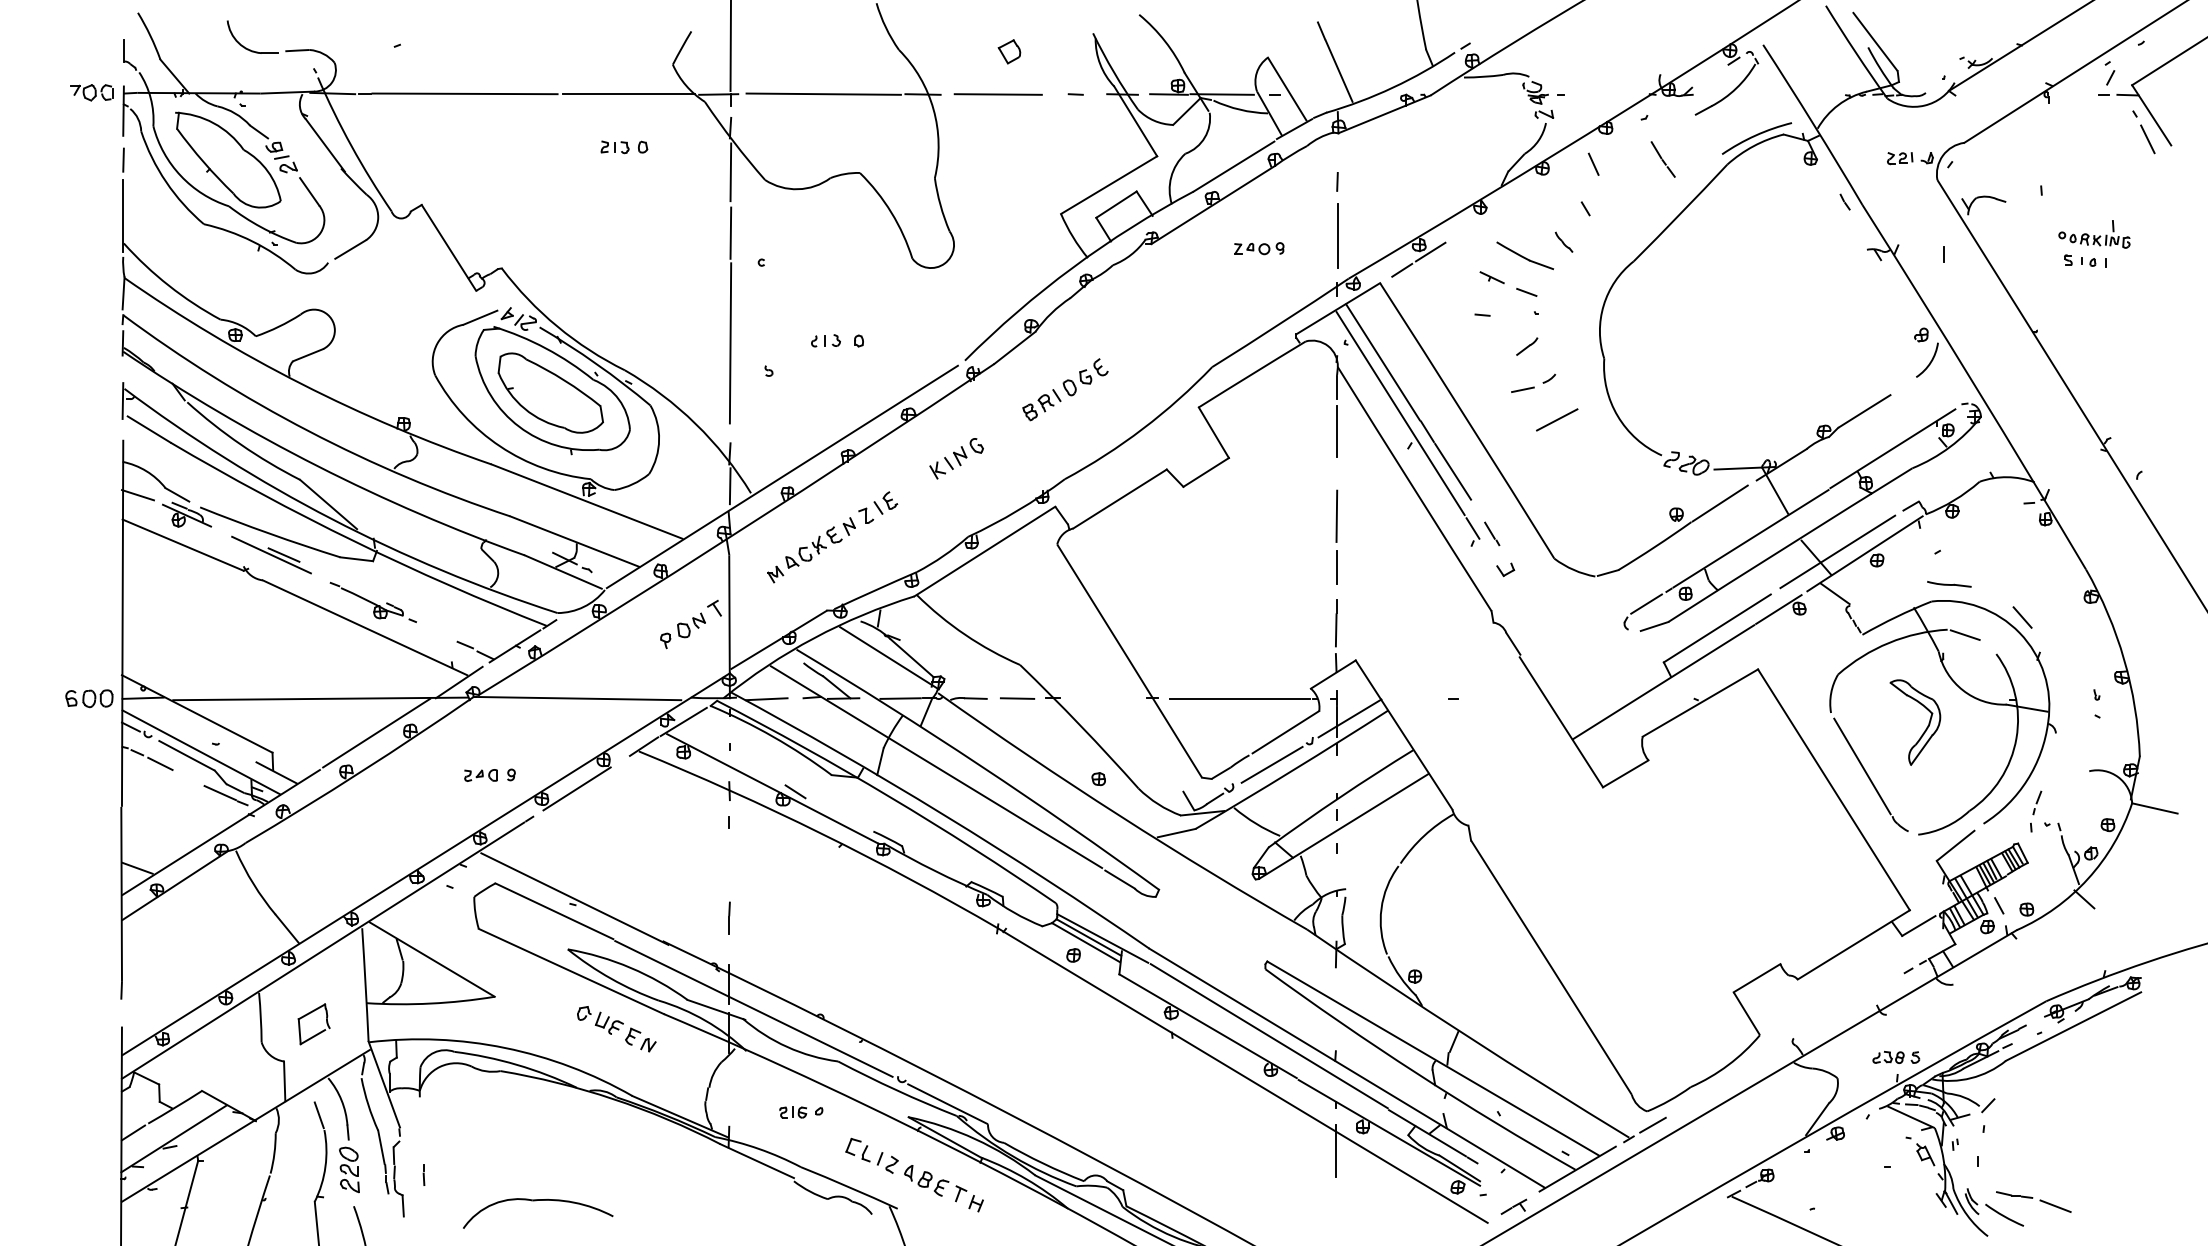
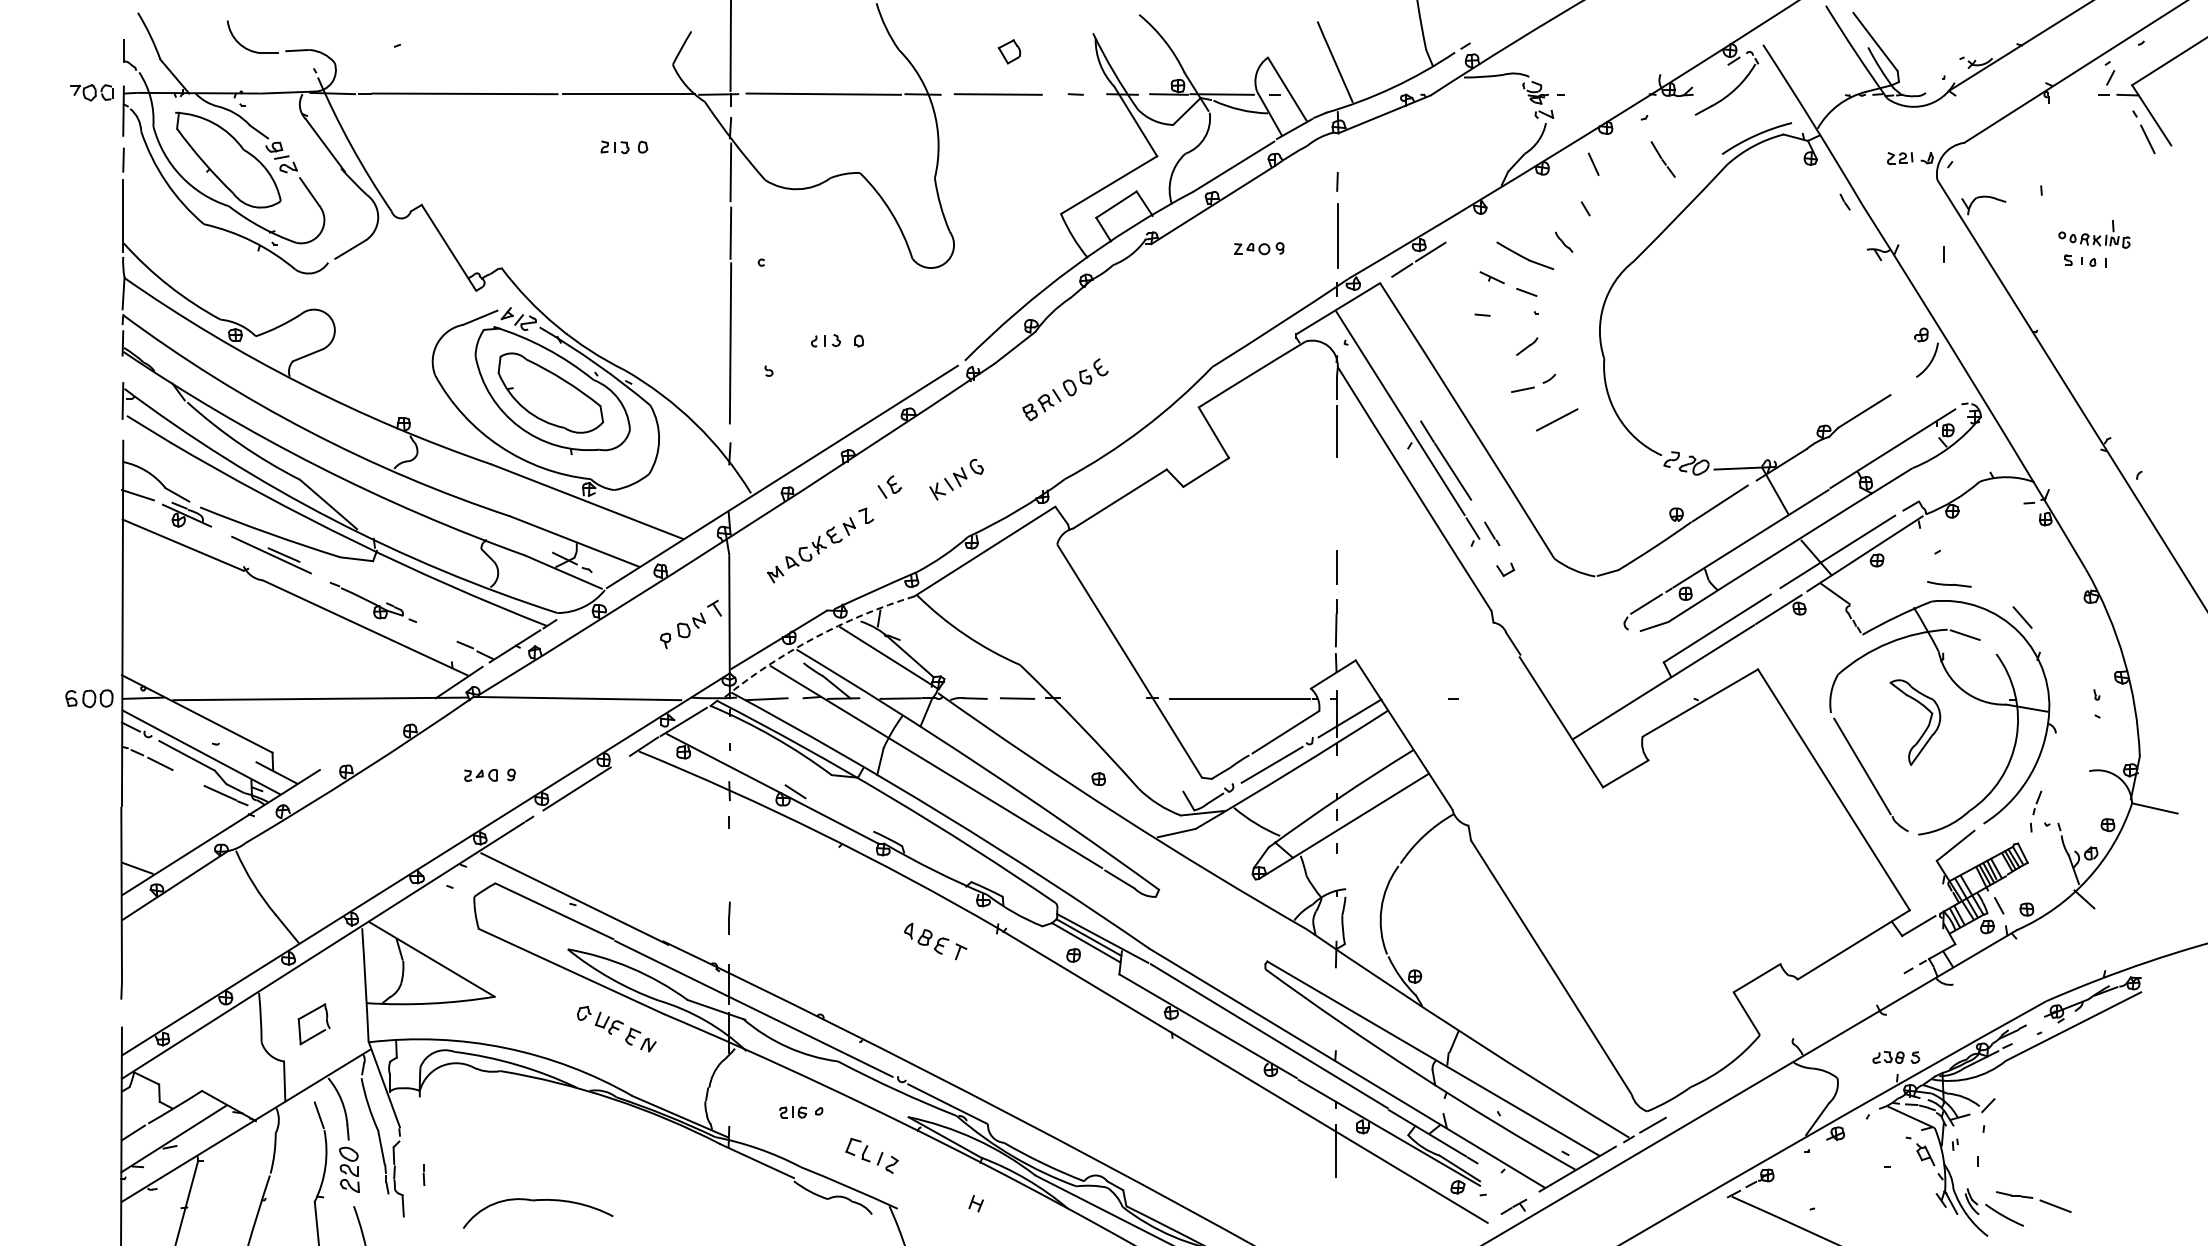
line at (1382, 362): present -> none
part at (956, 458) position: (956, 458) -> (956, 479)
line at (729, 486): present -> none
part at (885, 502) position: (885, 502) -> (889, 486)
line at (1336, 515): present -> none
arc at (814, 638): solid -> dashed
line at (376, 732): present -> none
part at (935, 1183) position: (935, 1183) -> (935, 941)
